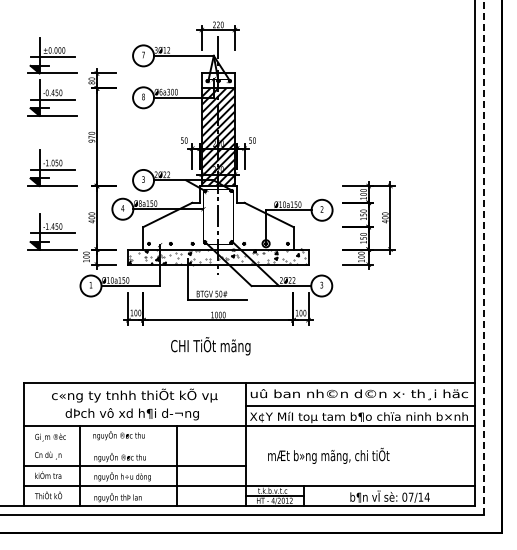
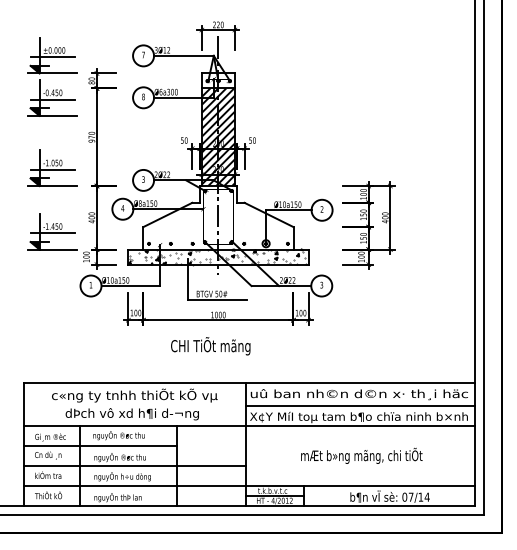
line at (483, 257): dashed -> solid
line at (100, 446): none -> present
text at (328, 455) position: (328, 455) -> (361, 455)
